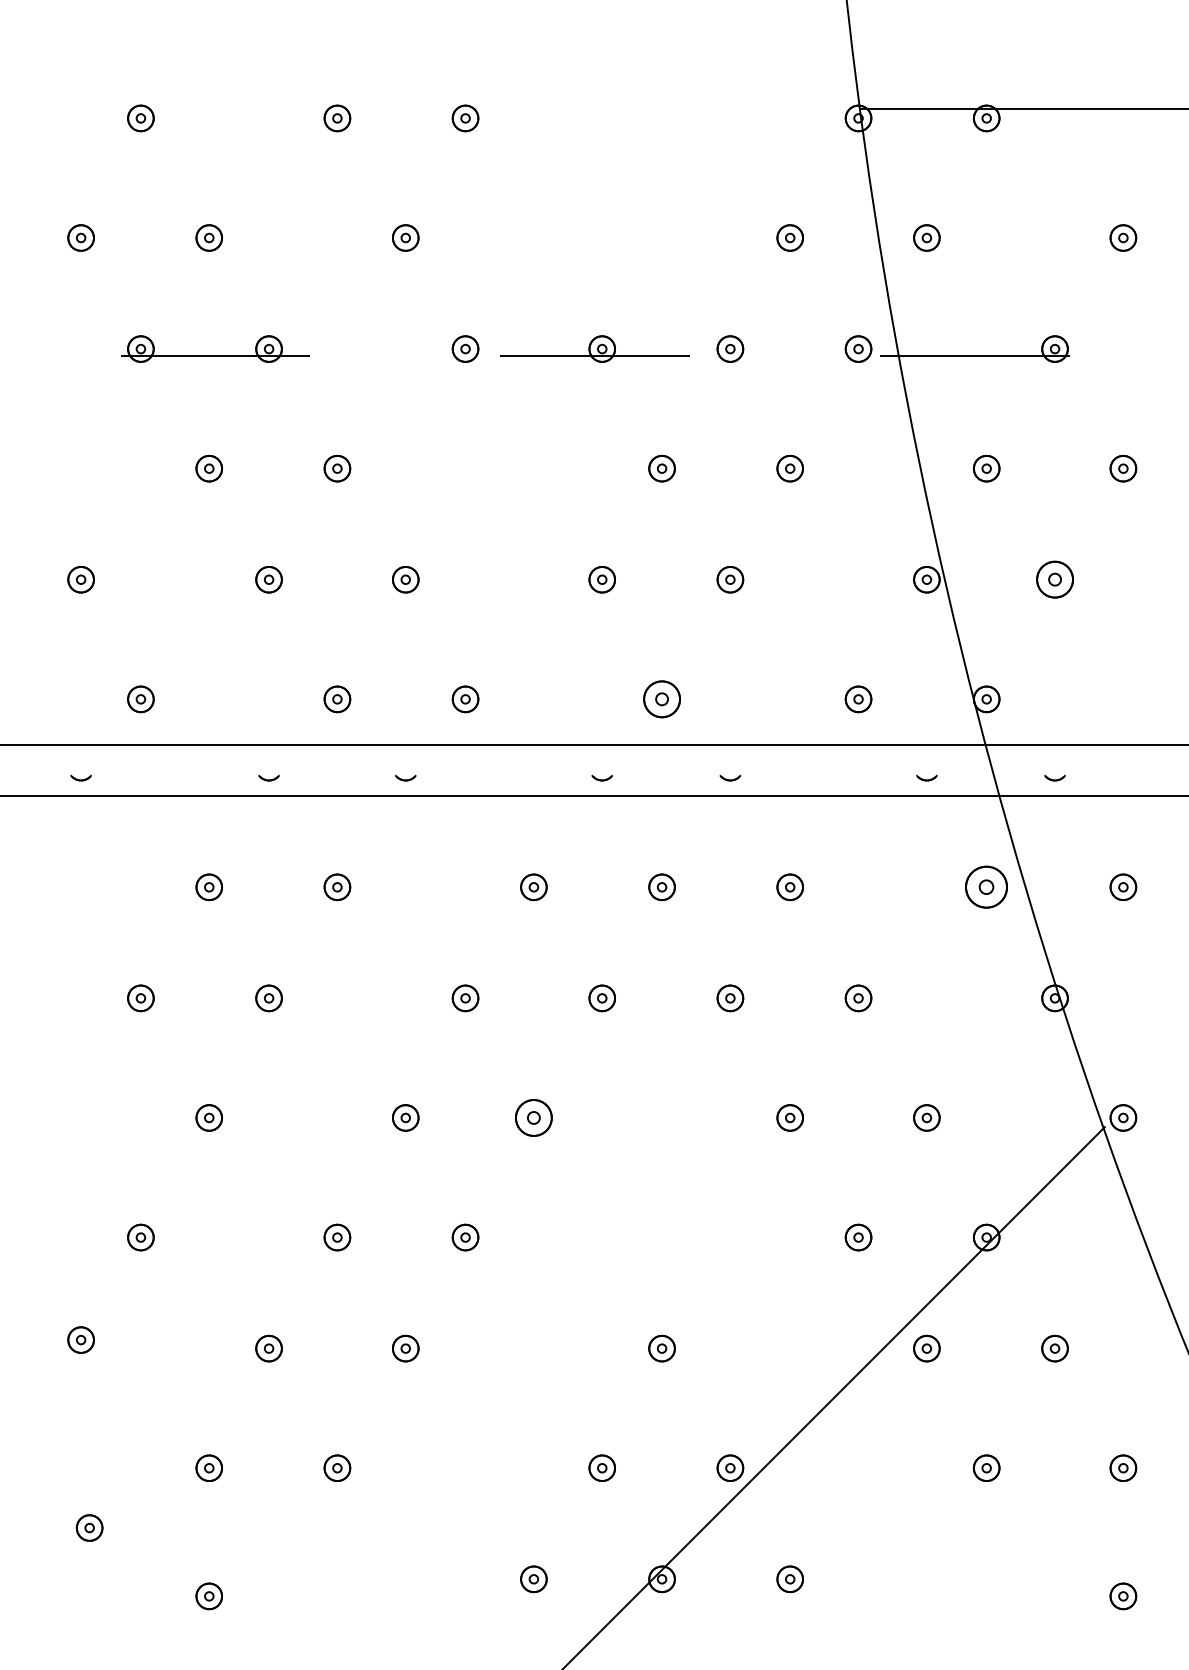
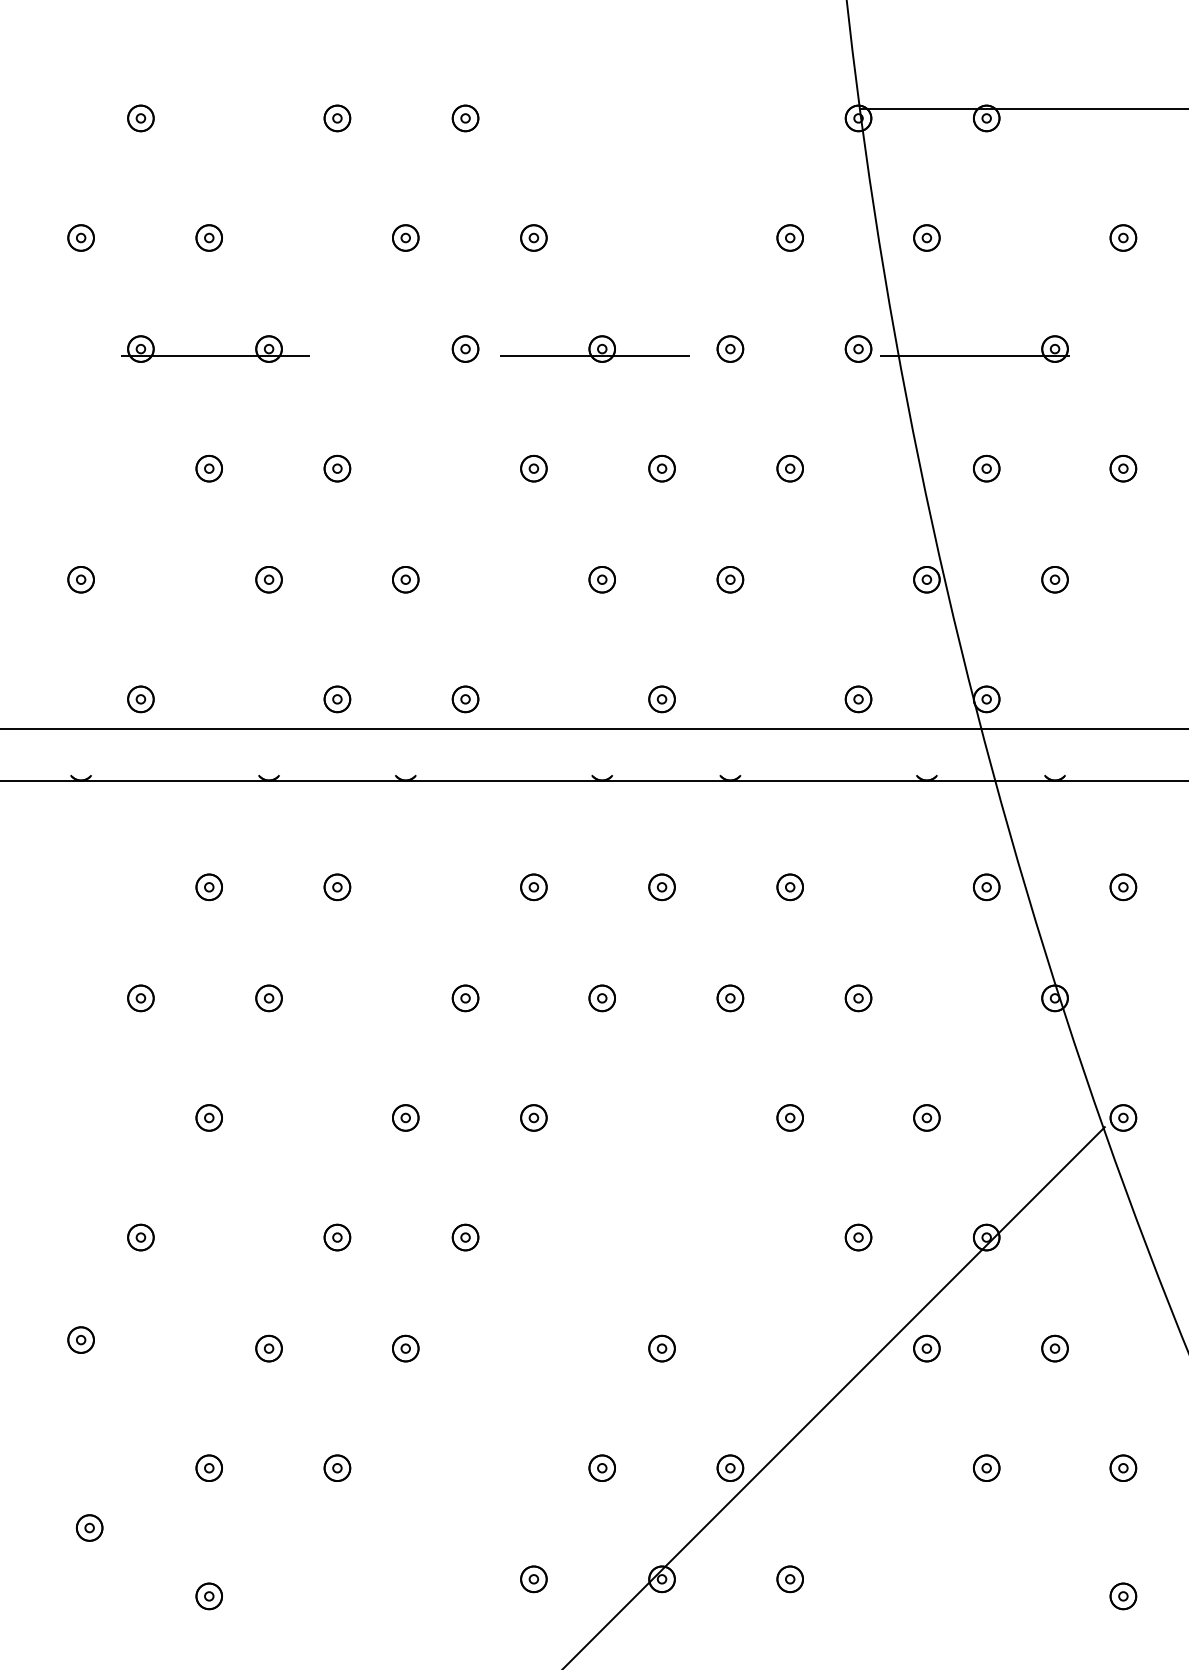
part at (533, 237): none -> present
part at (533, 468): none -> present
part at (1054, 579) size: 38x39 px -> 28x28 px
part at (661, 699) size: 38x39 px -> 28x29 px
line at (593, 745) position: (593, 745) -> (593, 729)
line at (593, 795) position: (593, 795) -> (593, 780)
part at (986, 886) size: 43x44 px -> 28x29 px
part at (533, 1117) size: 38x38 px -> 28x28 px
